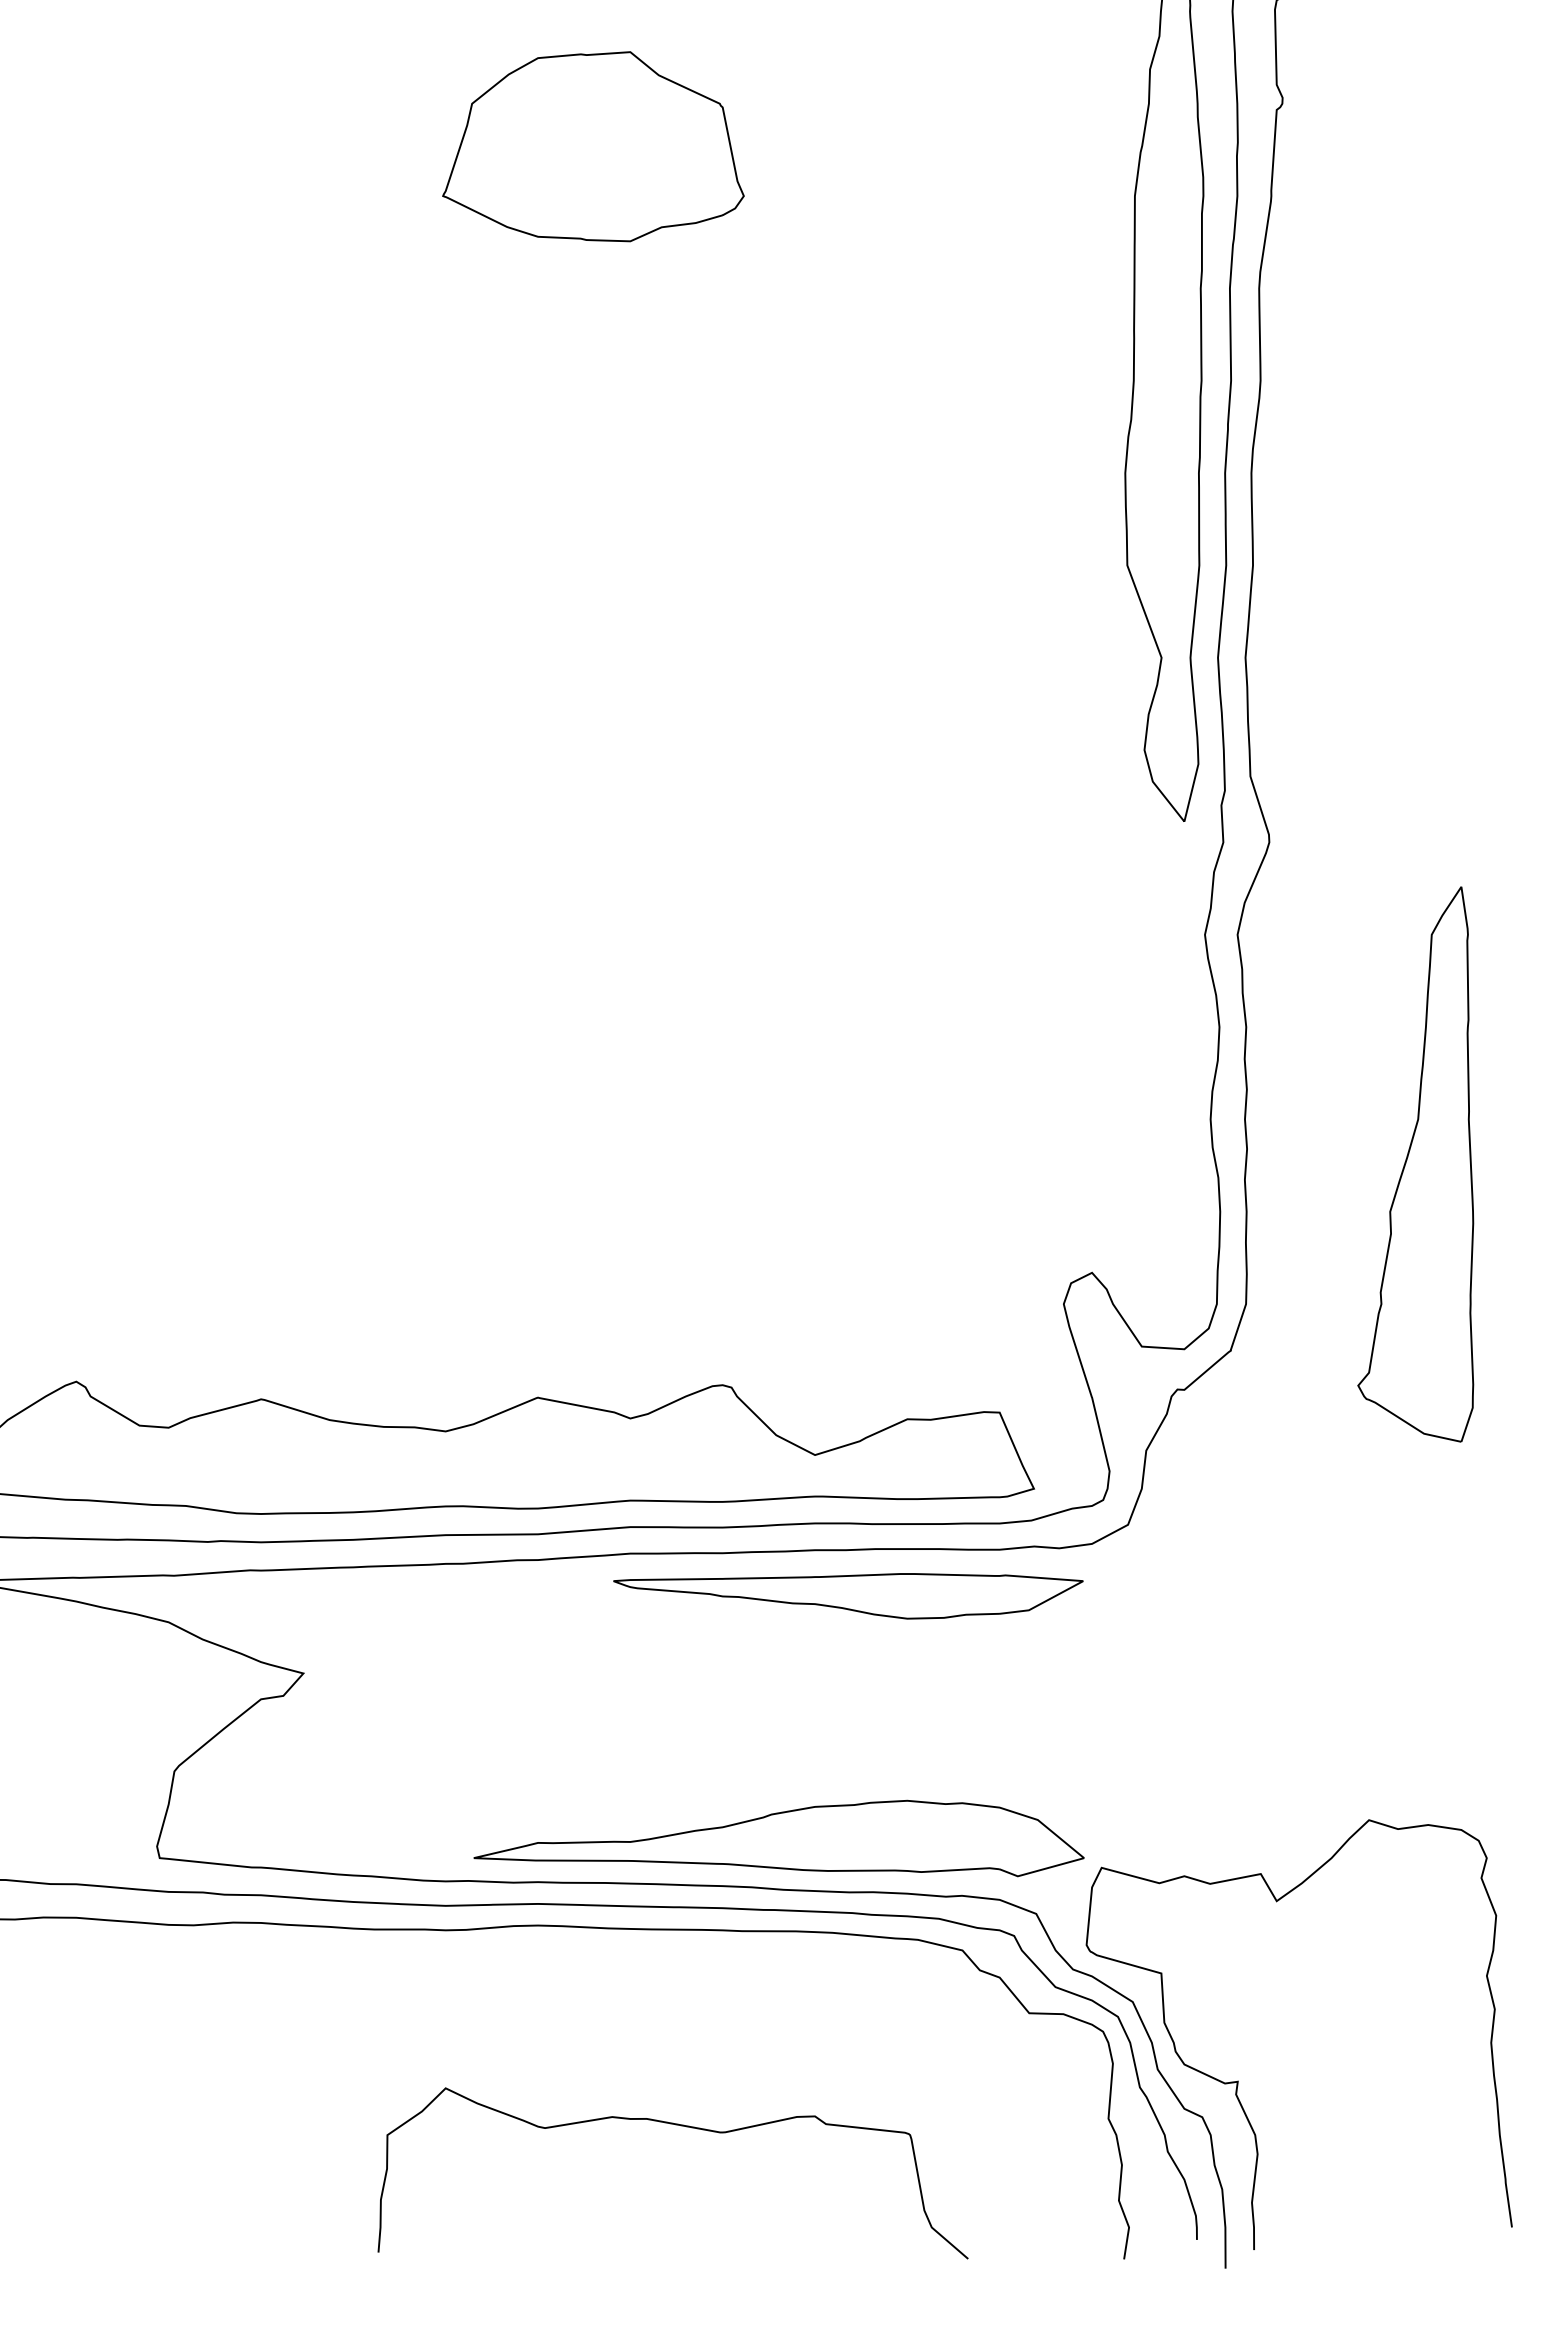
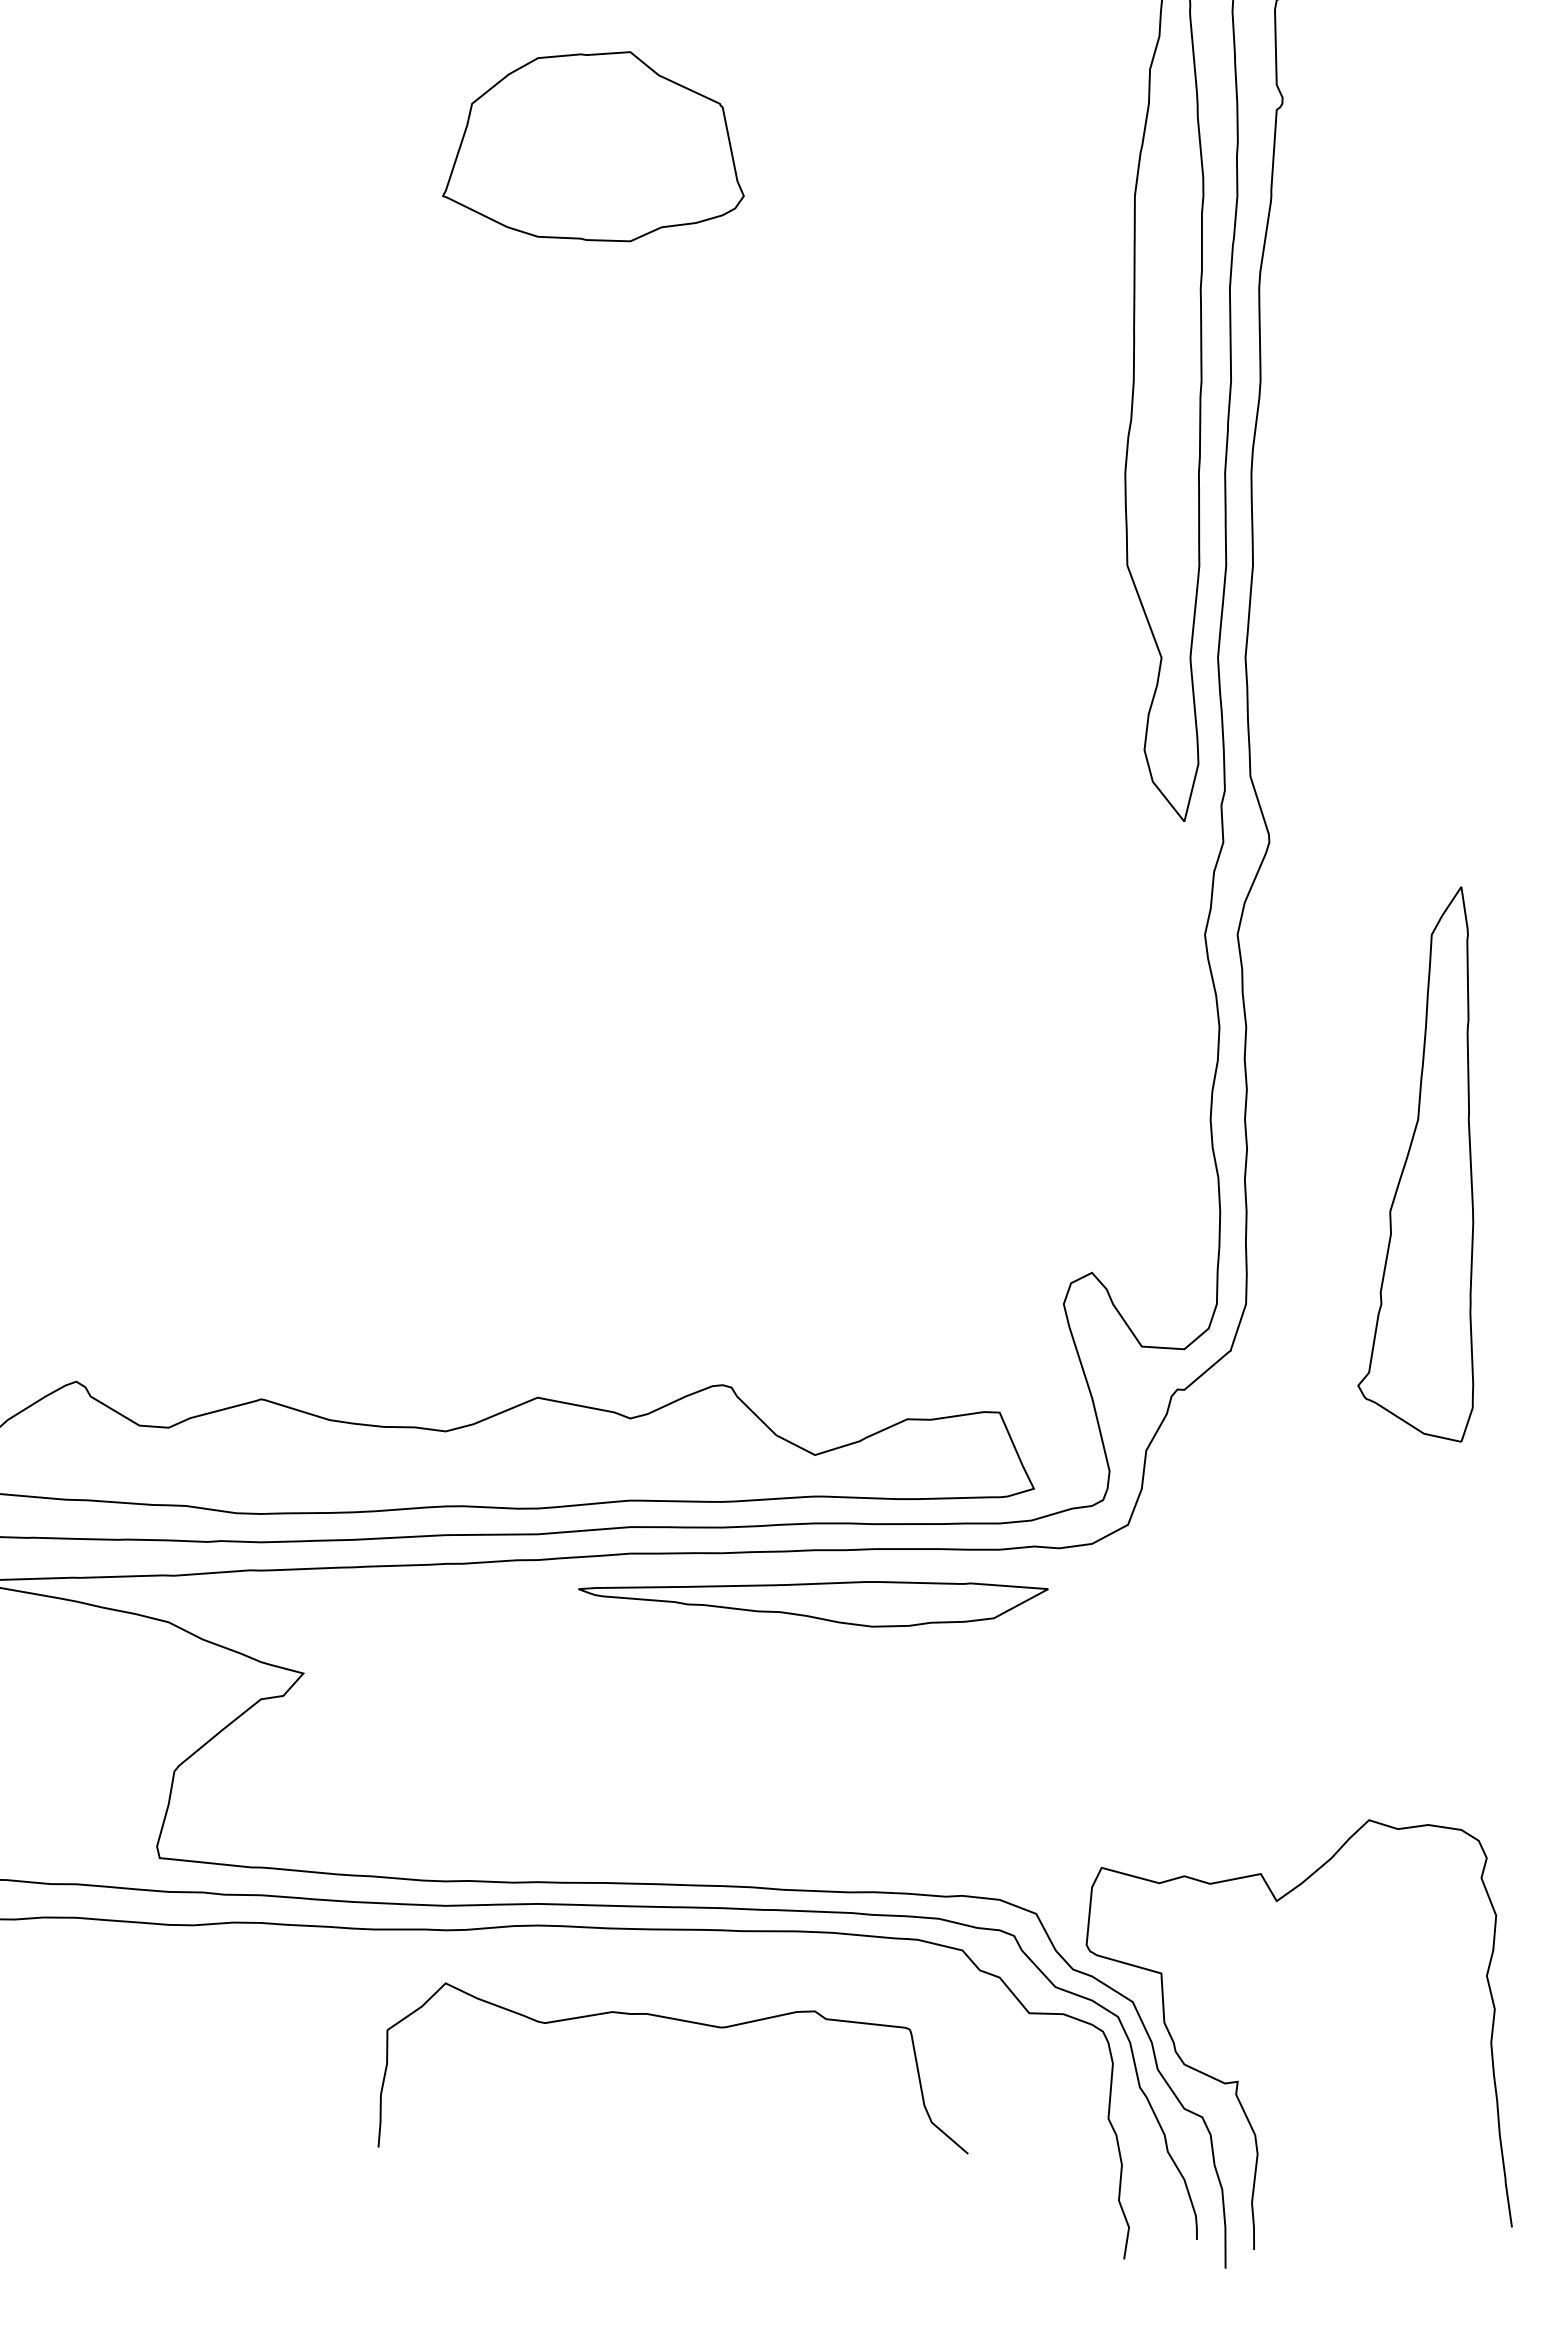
part at (848, 1596) position: (848, 1596) -> (813, 1604)
part at (778, 1838): present -> none
curve at (681, 2126) position: (681, 2126) -> (681, 2021)
